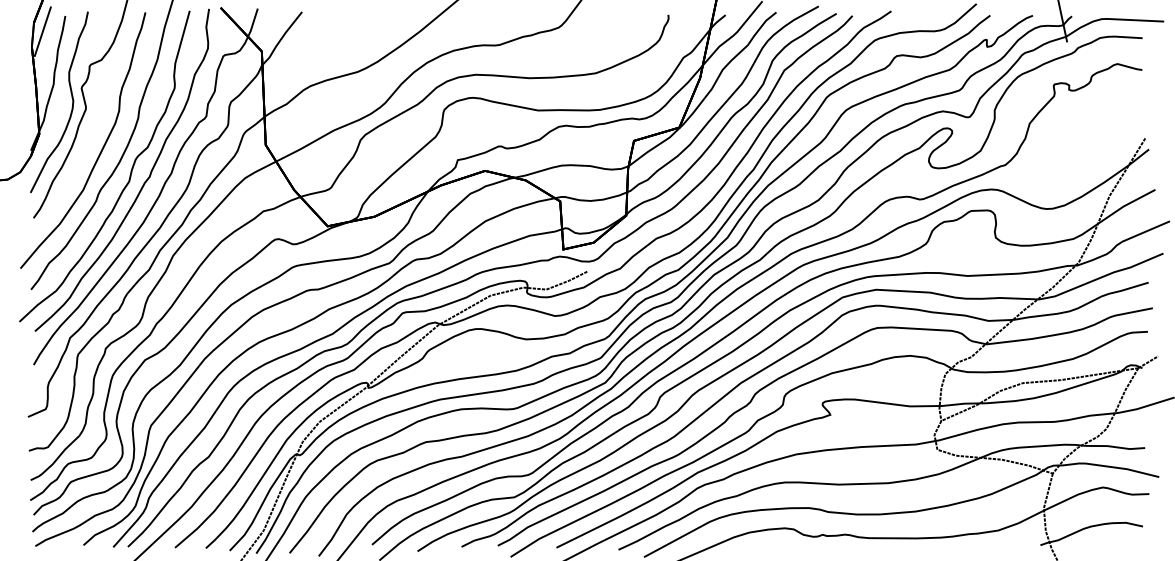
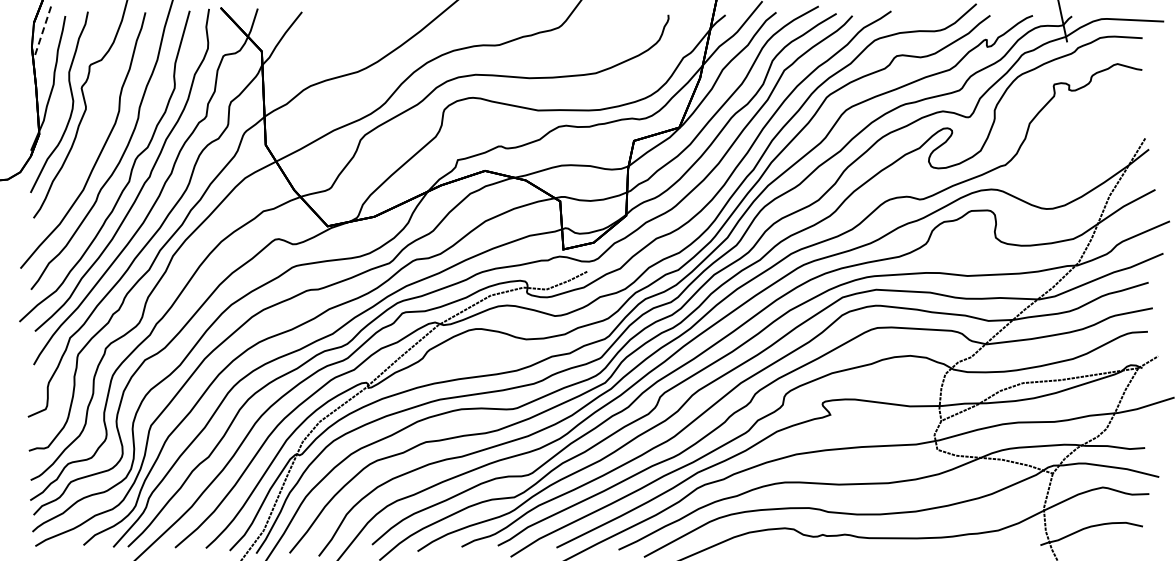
line at (42, 31): solid -> dashed
